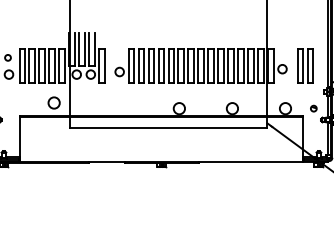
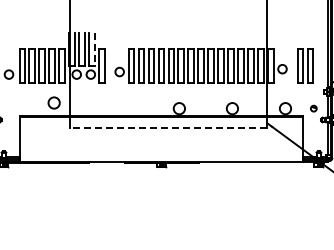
line at (94, 49): solid -> dashed
circle at (7, 57): present -> none
line at (168, 127): solid -> dashed
